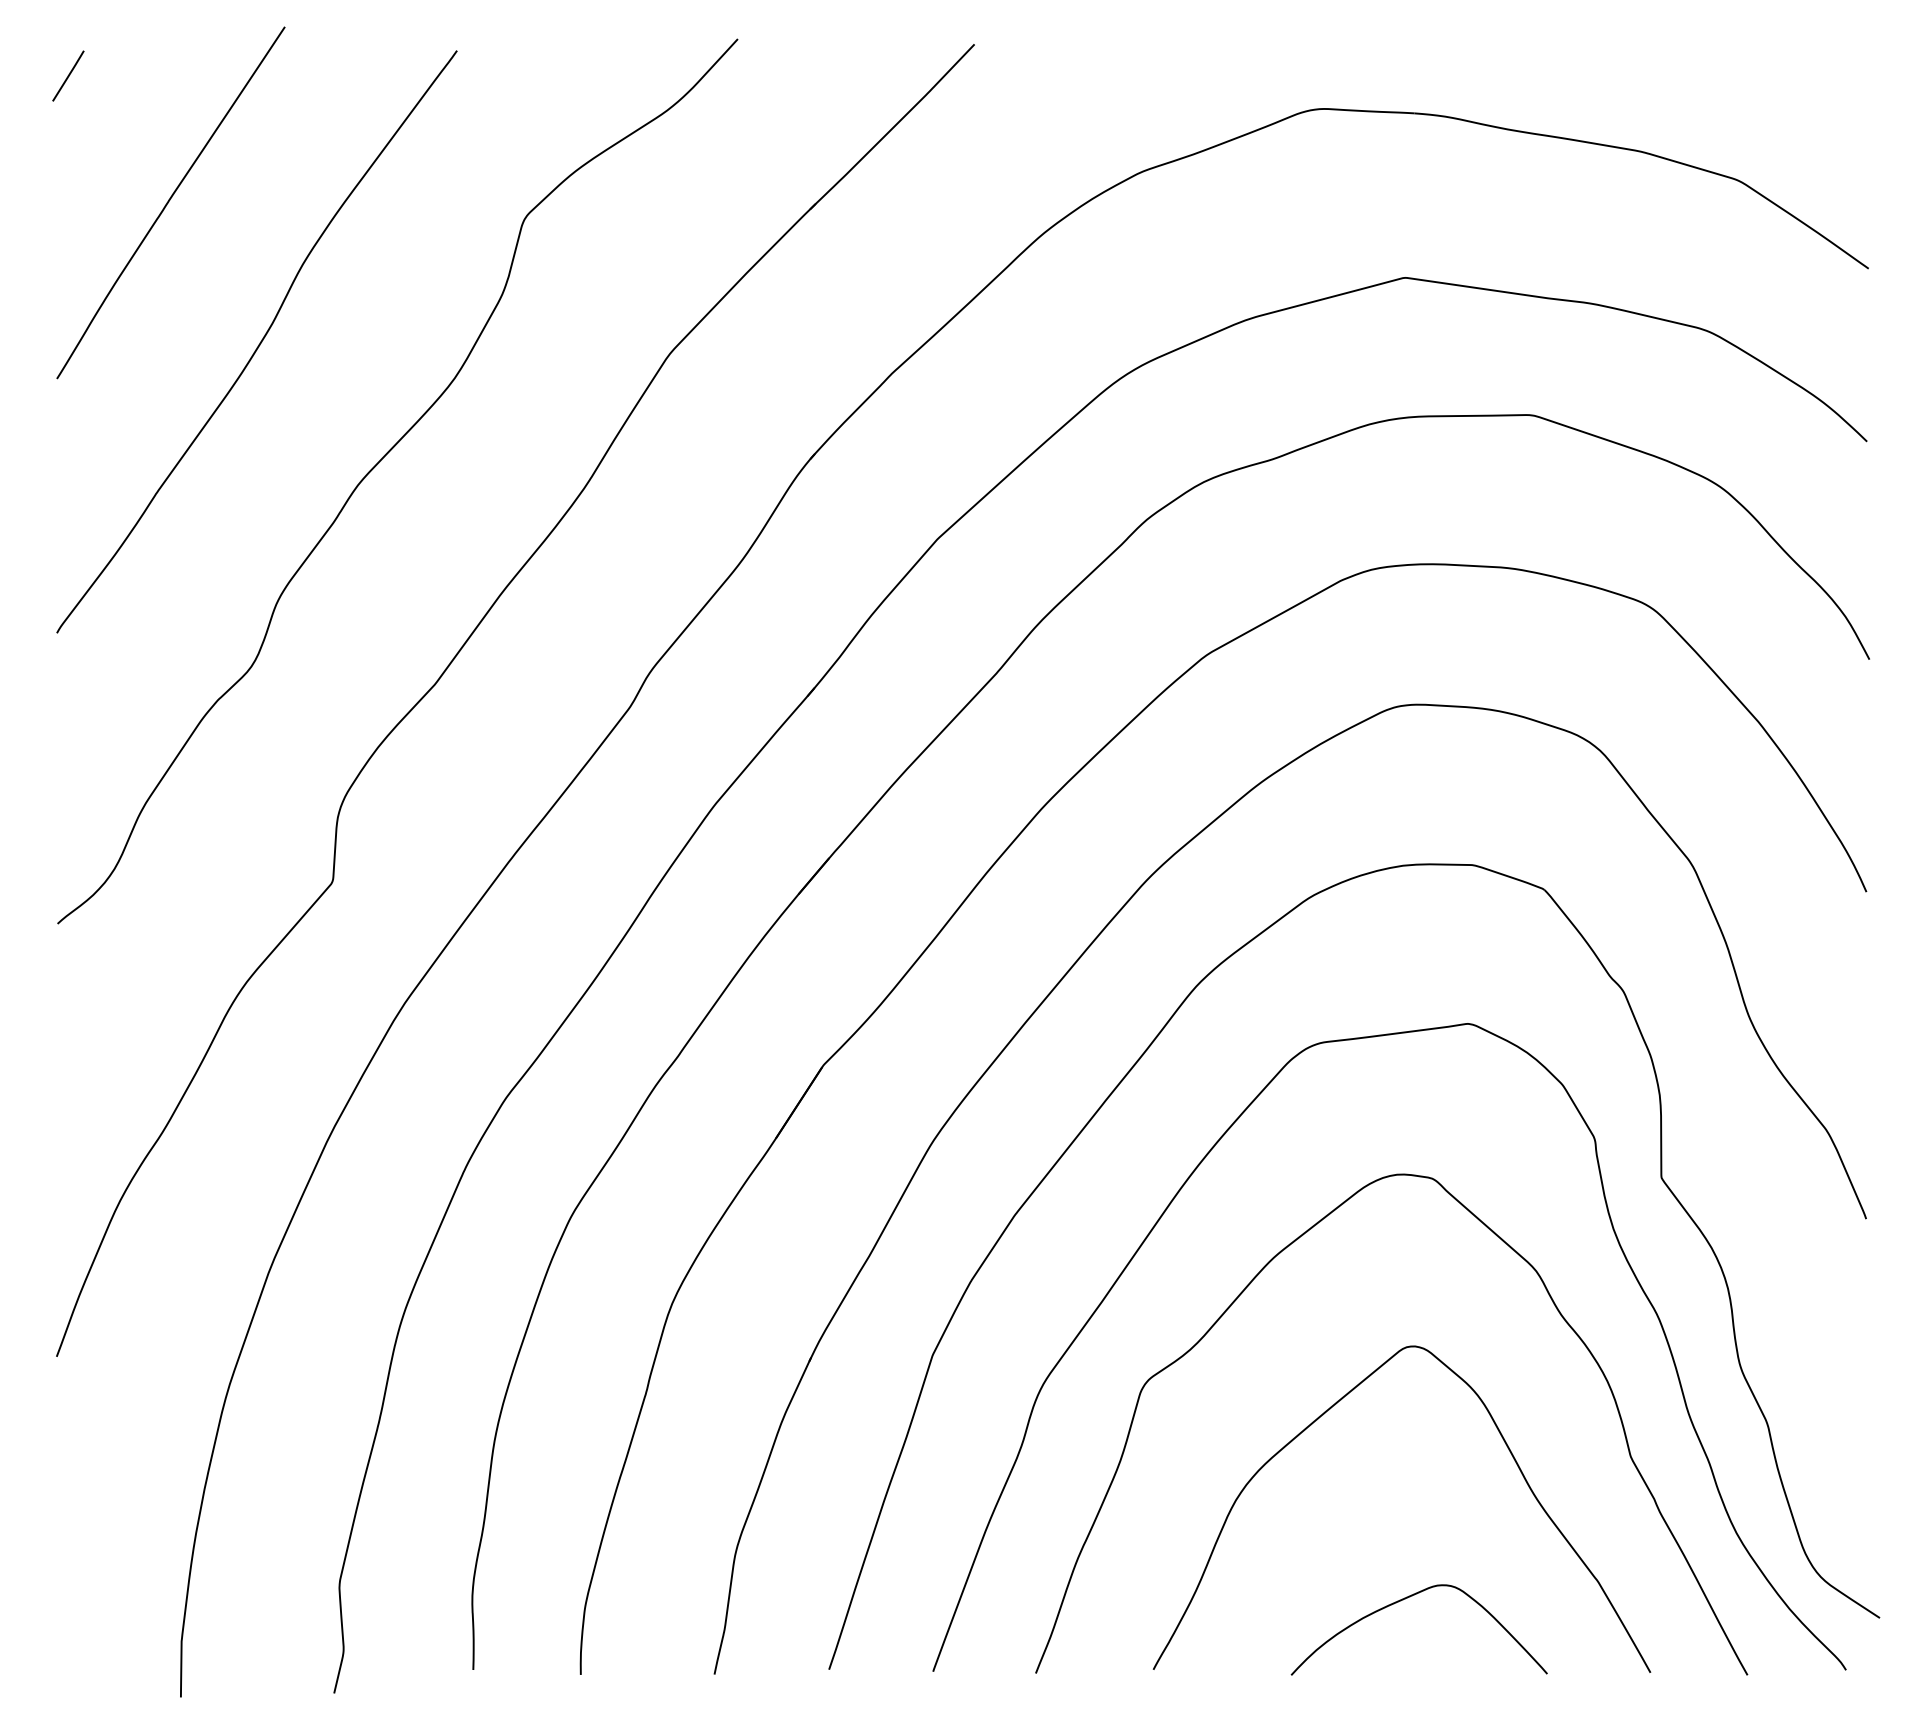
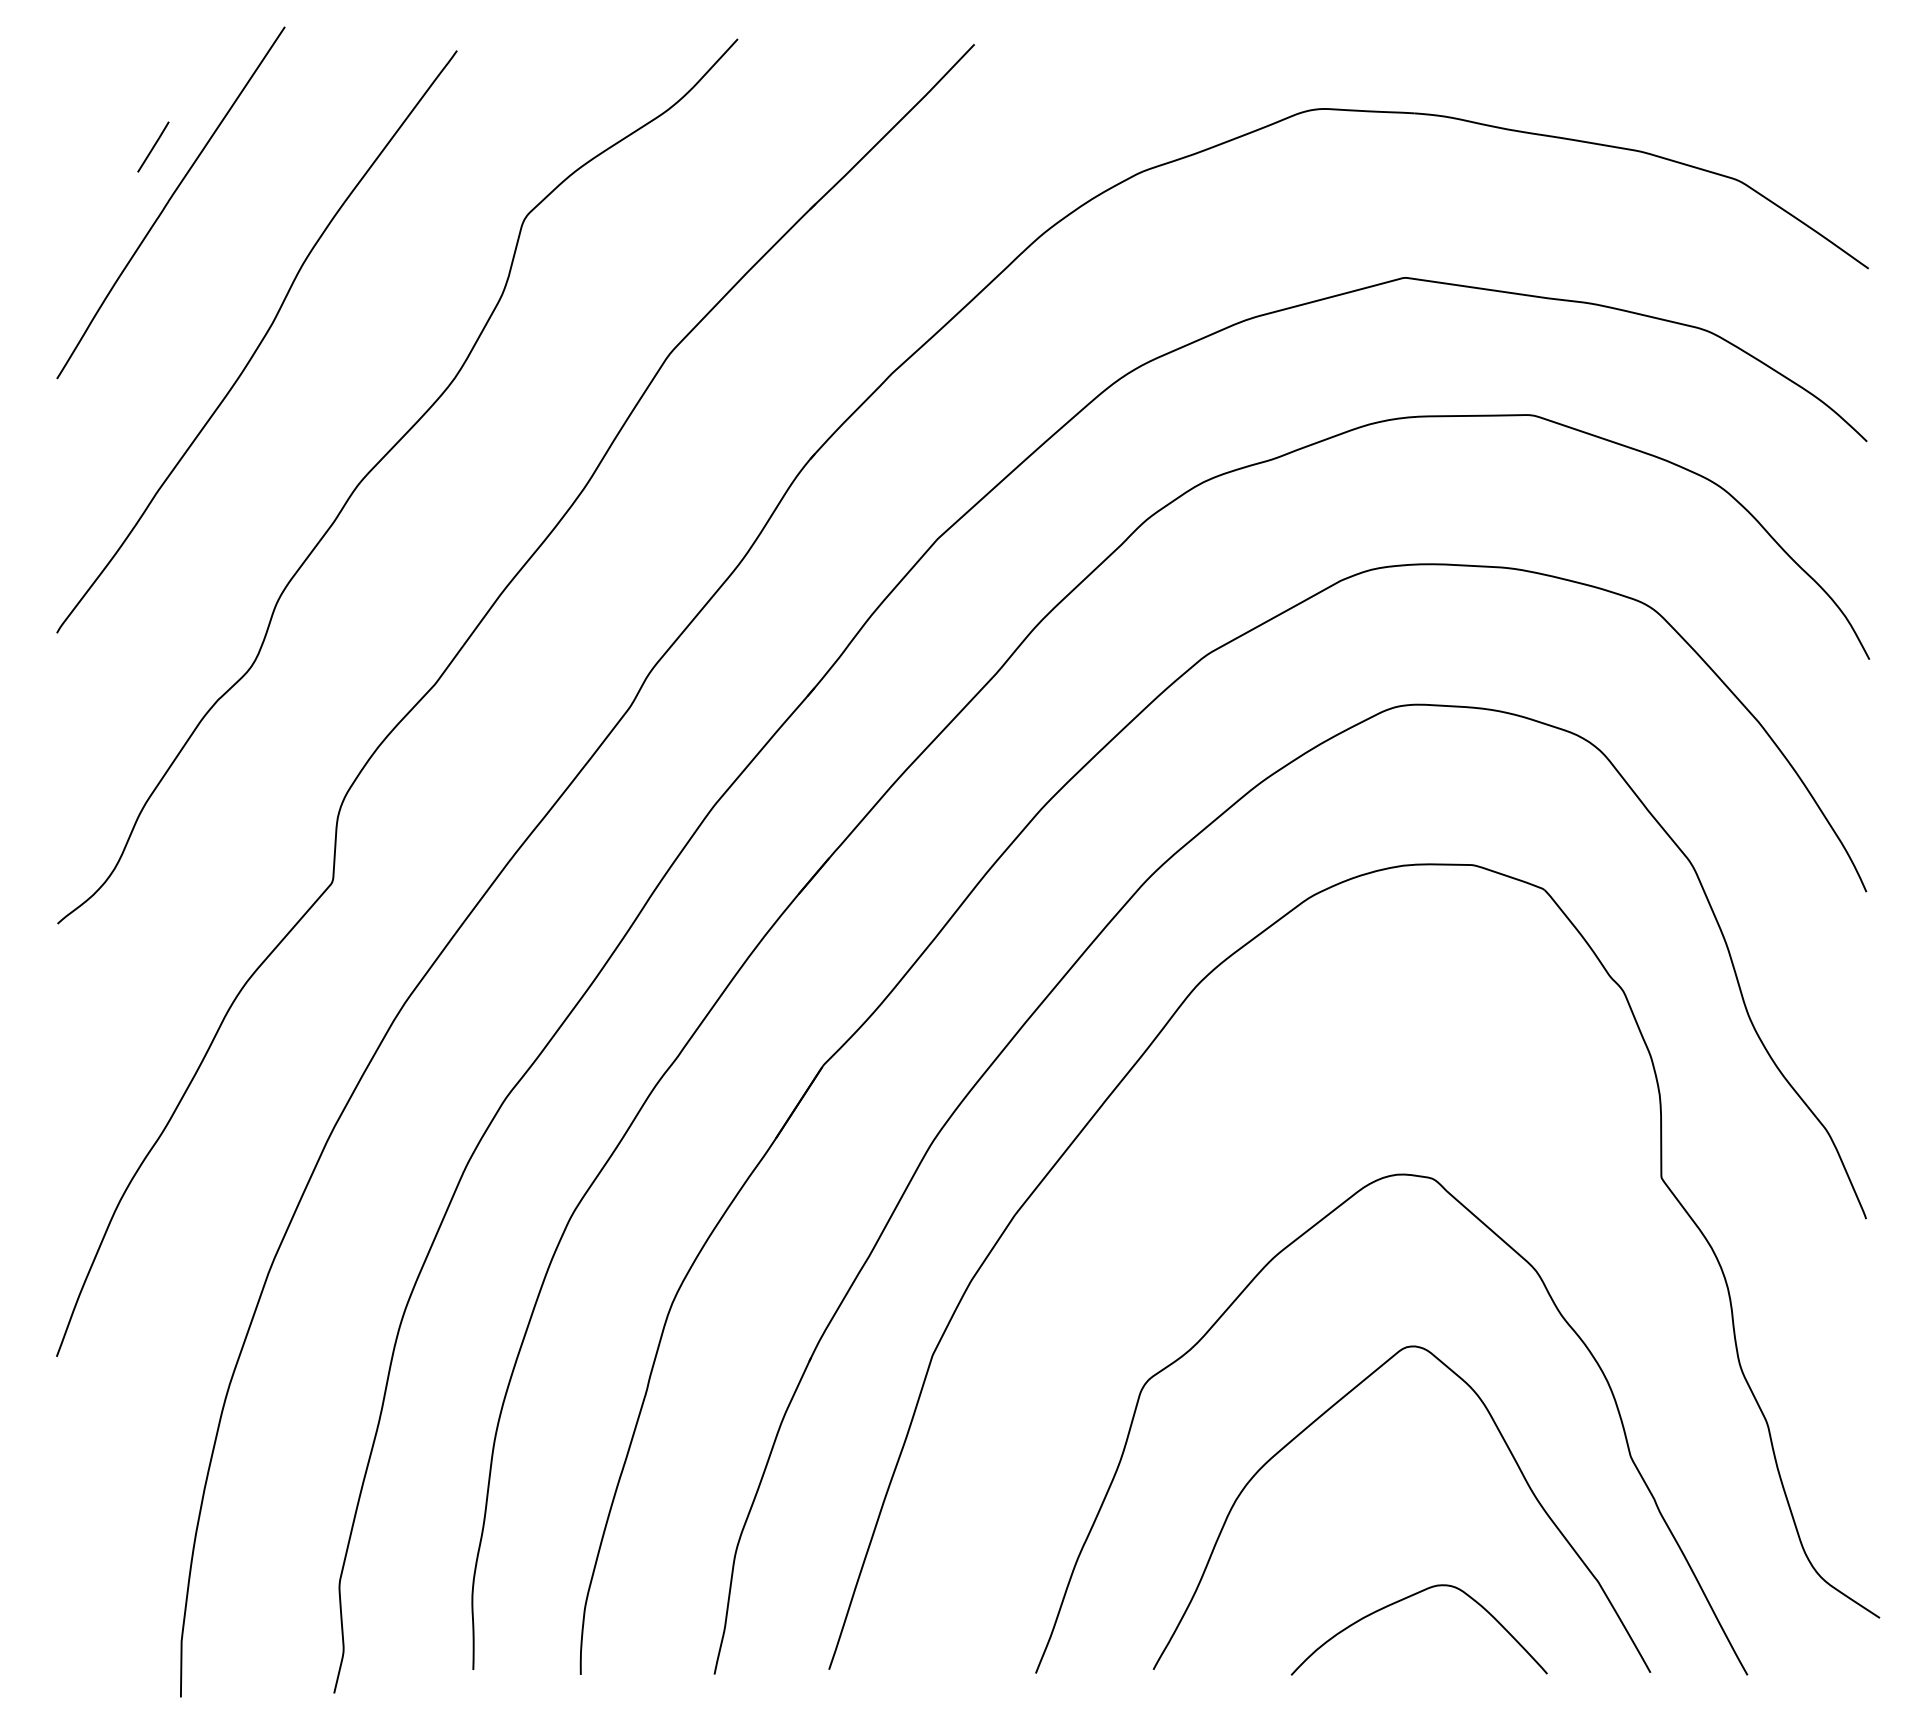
line at (68, 75) position: (68, 75) -> (153, 146)
curve at (1617, 1242): present -> none
